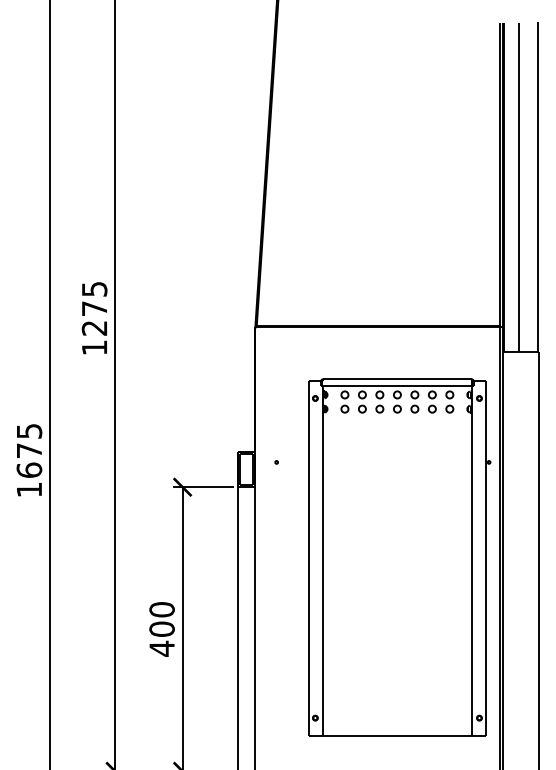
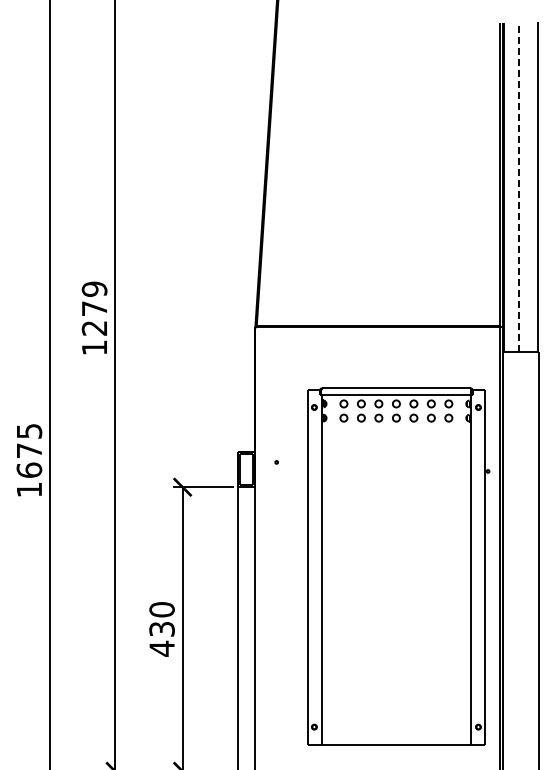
line at (518, 187): solid -> dashed
text at (94, 288): 1275 -> 1279
part at (399, 557) position: (399, 557) -> (398, 566)
text at (161, 628): 400 -> 430
